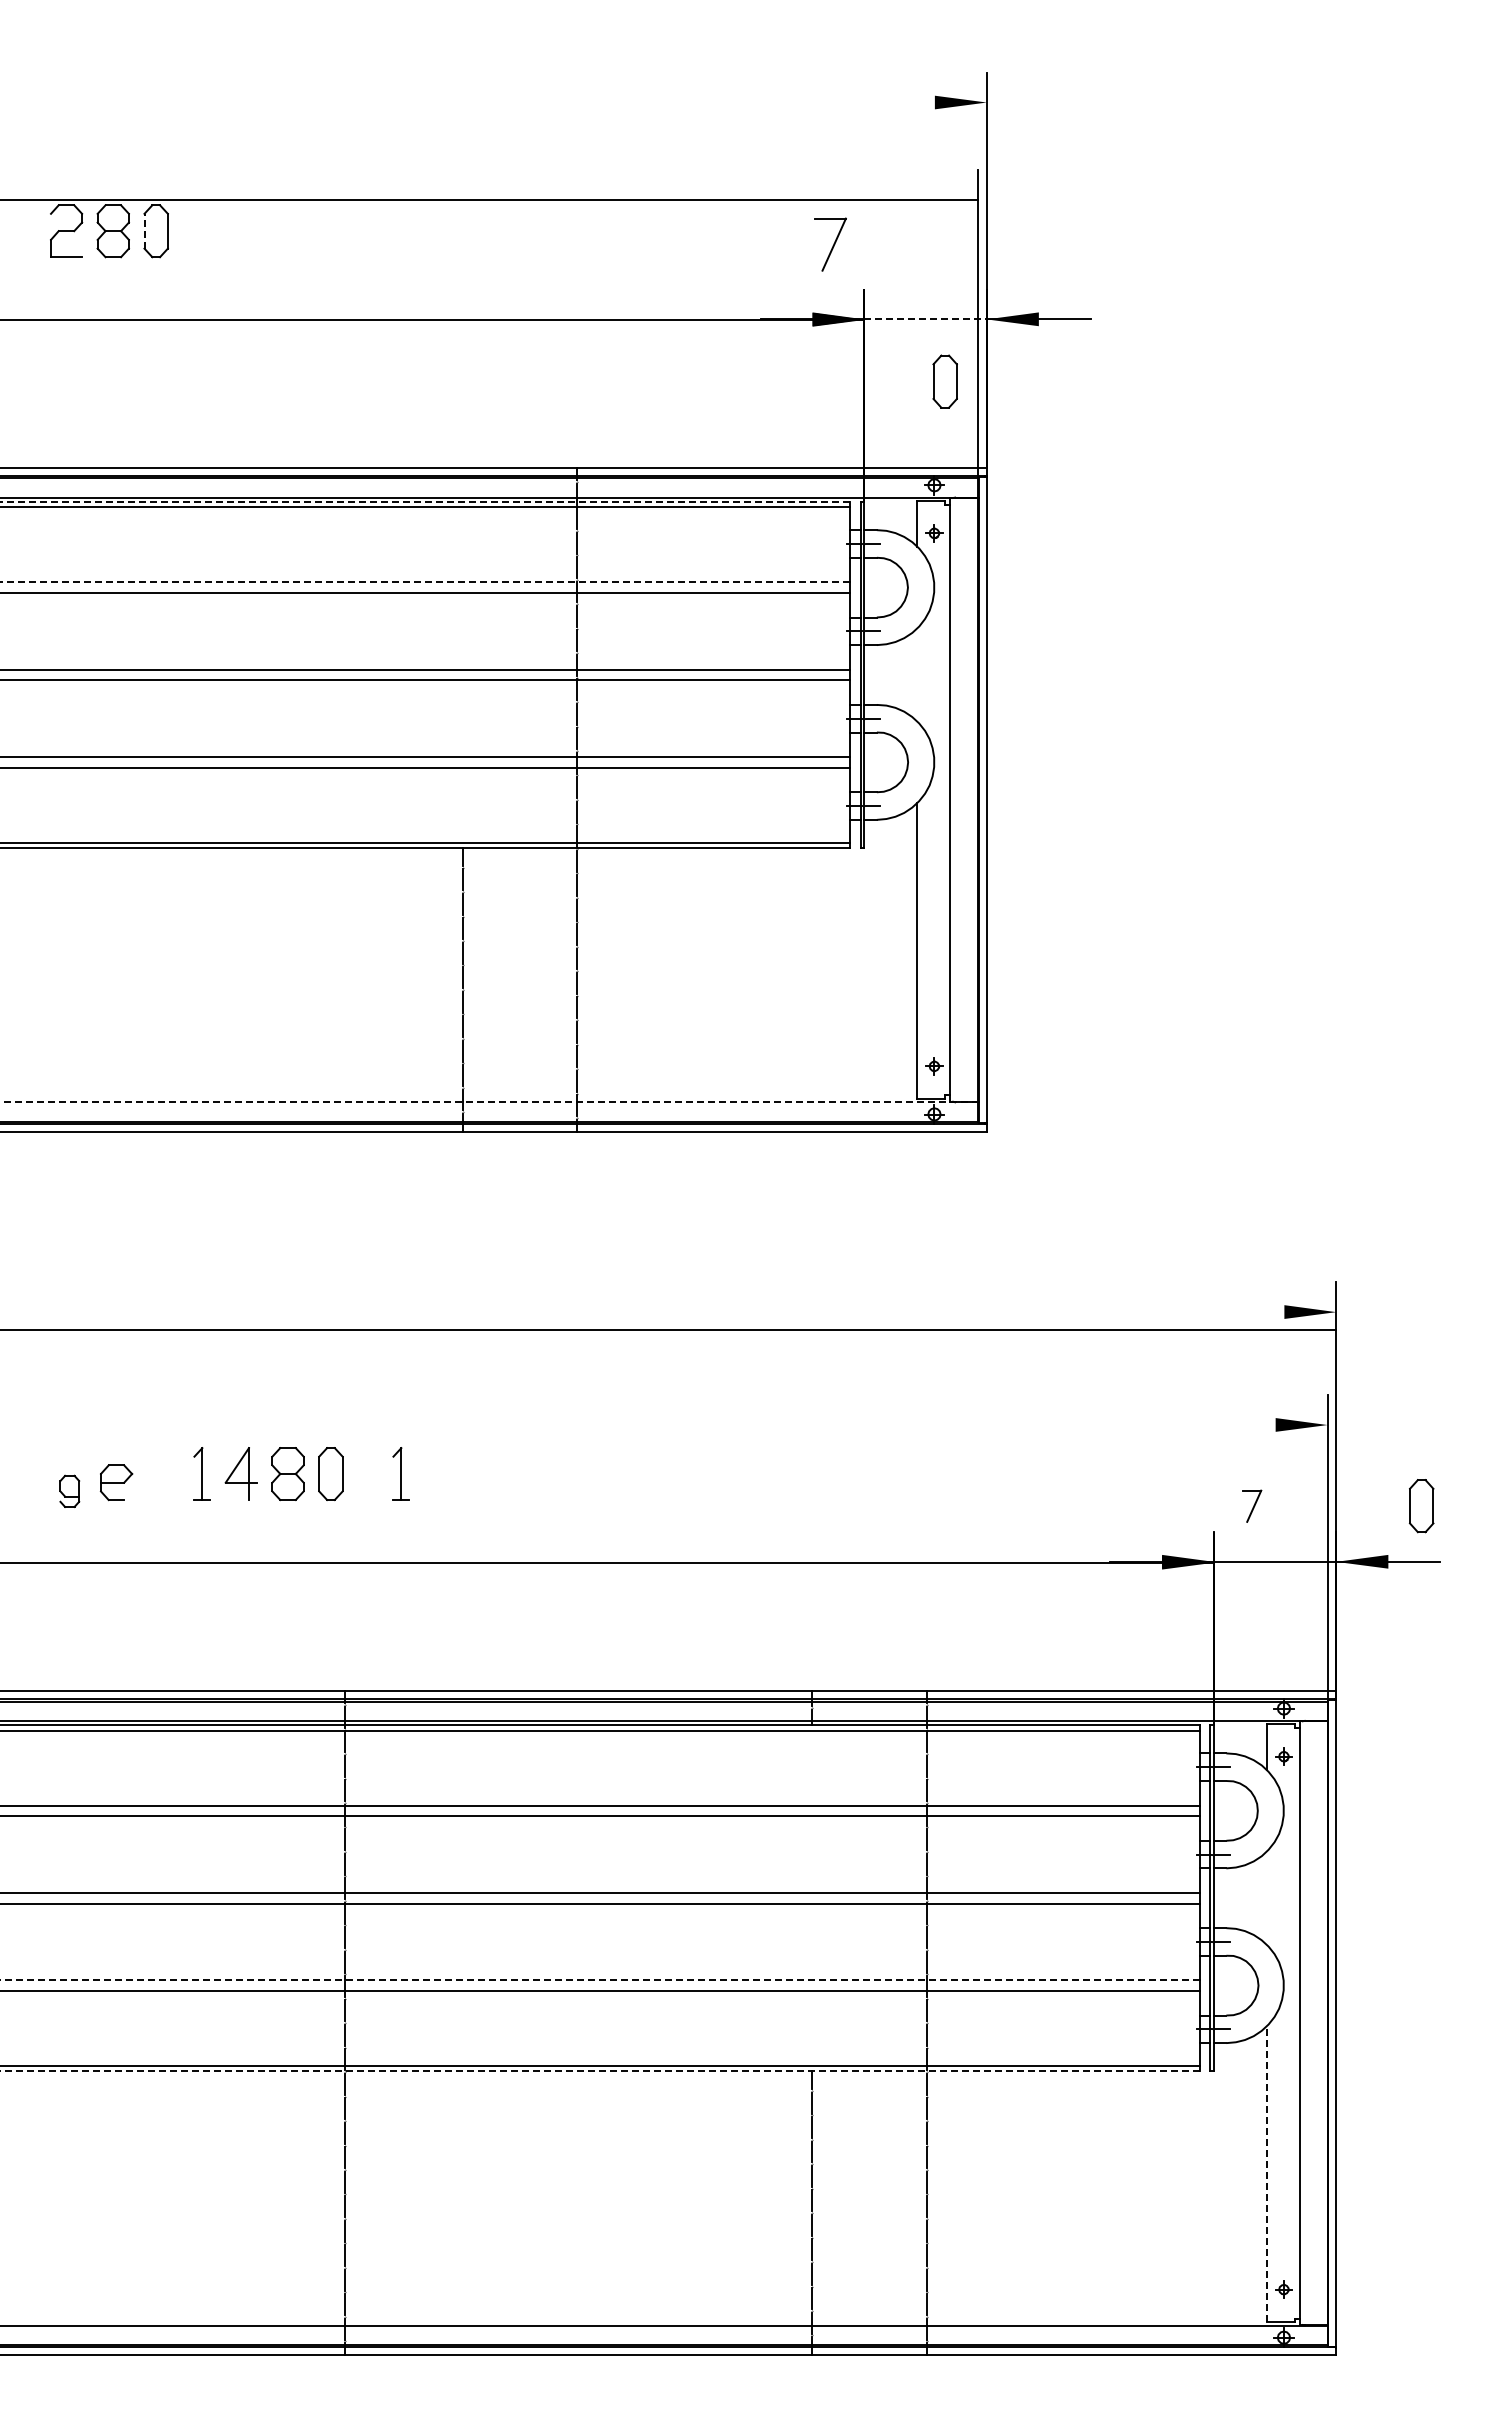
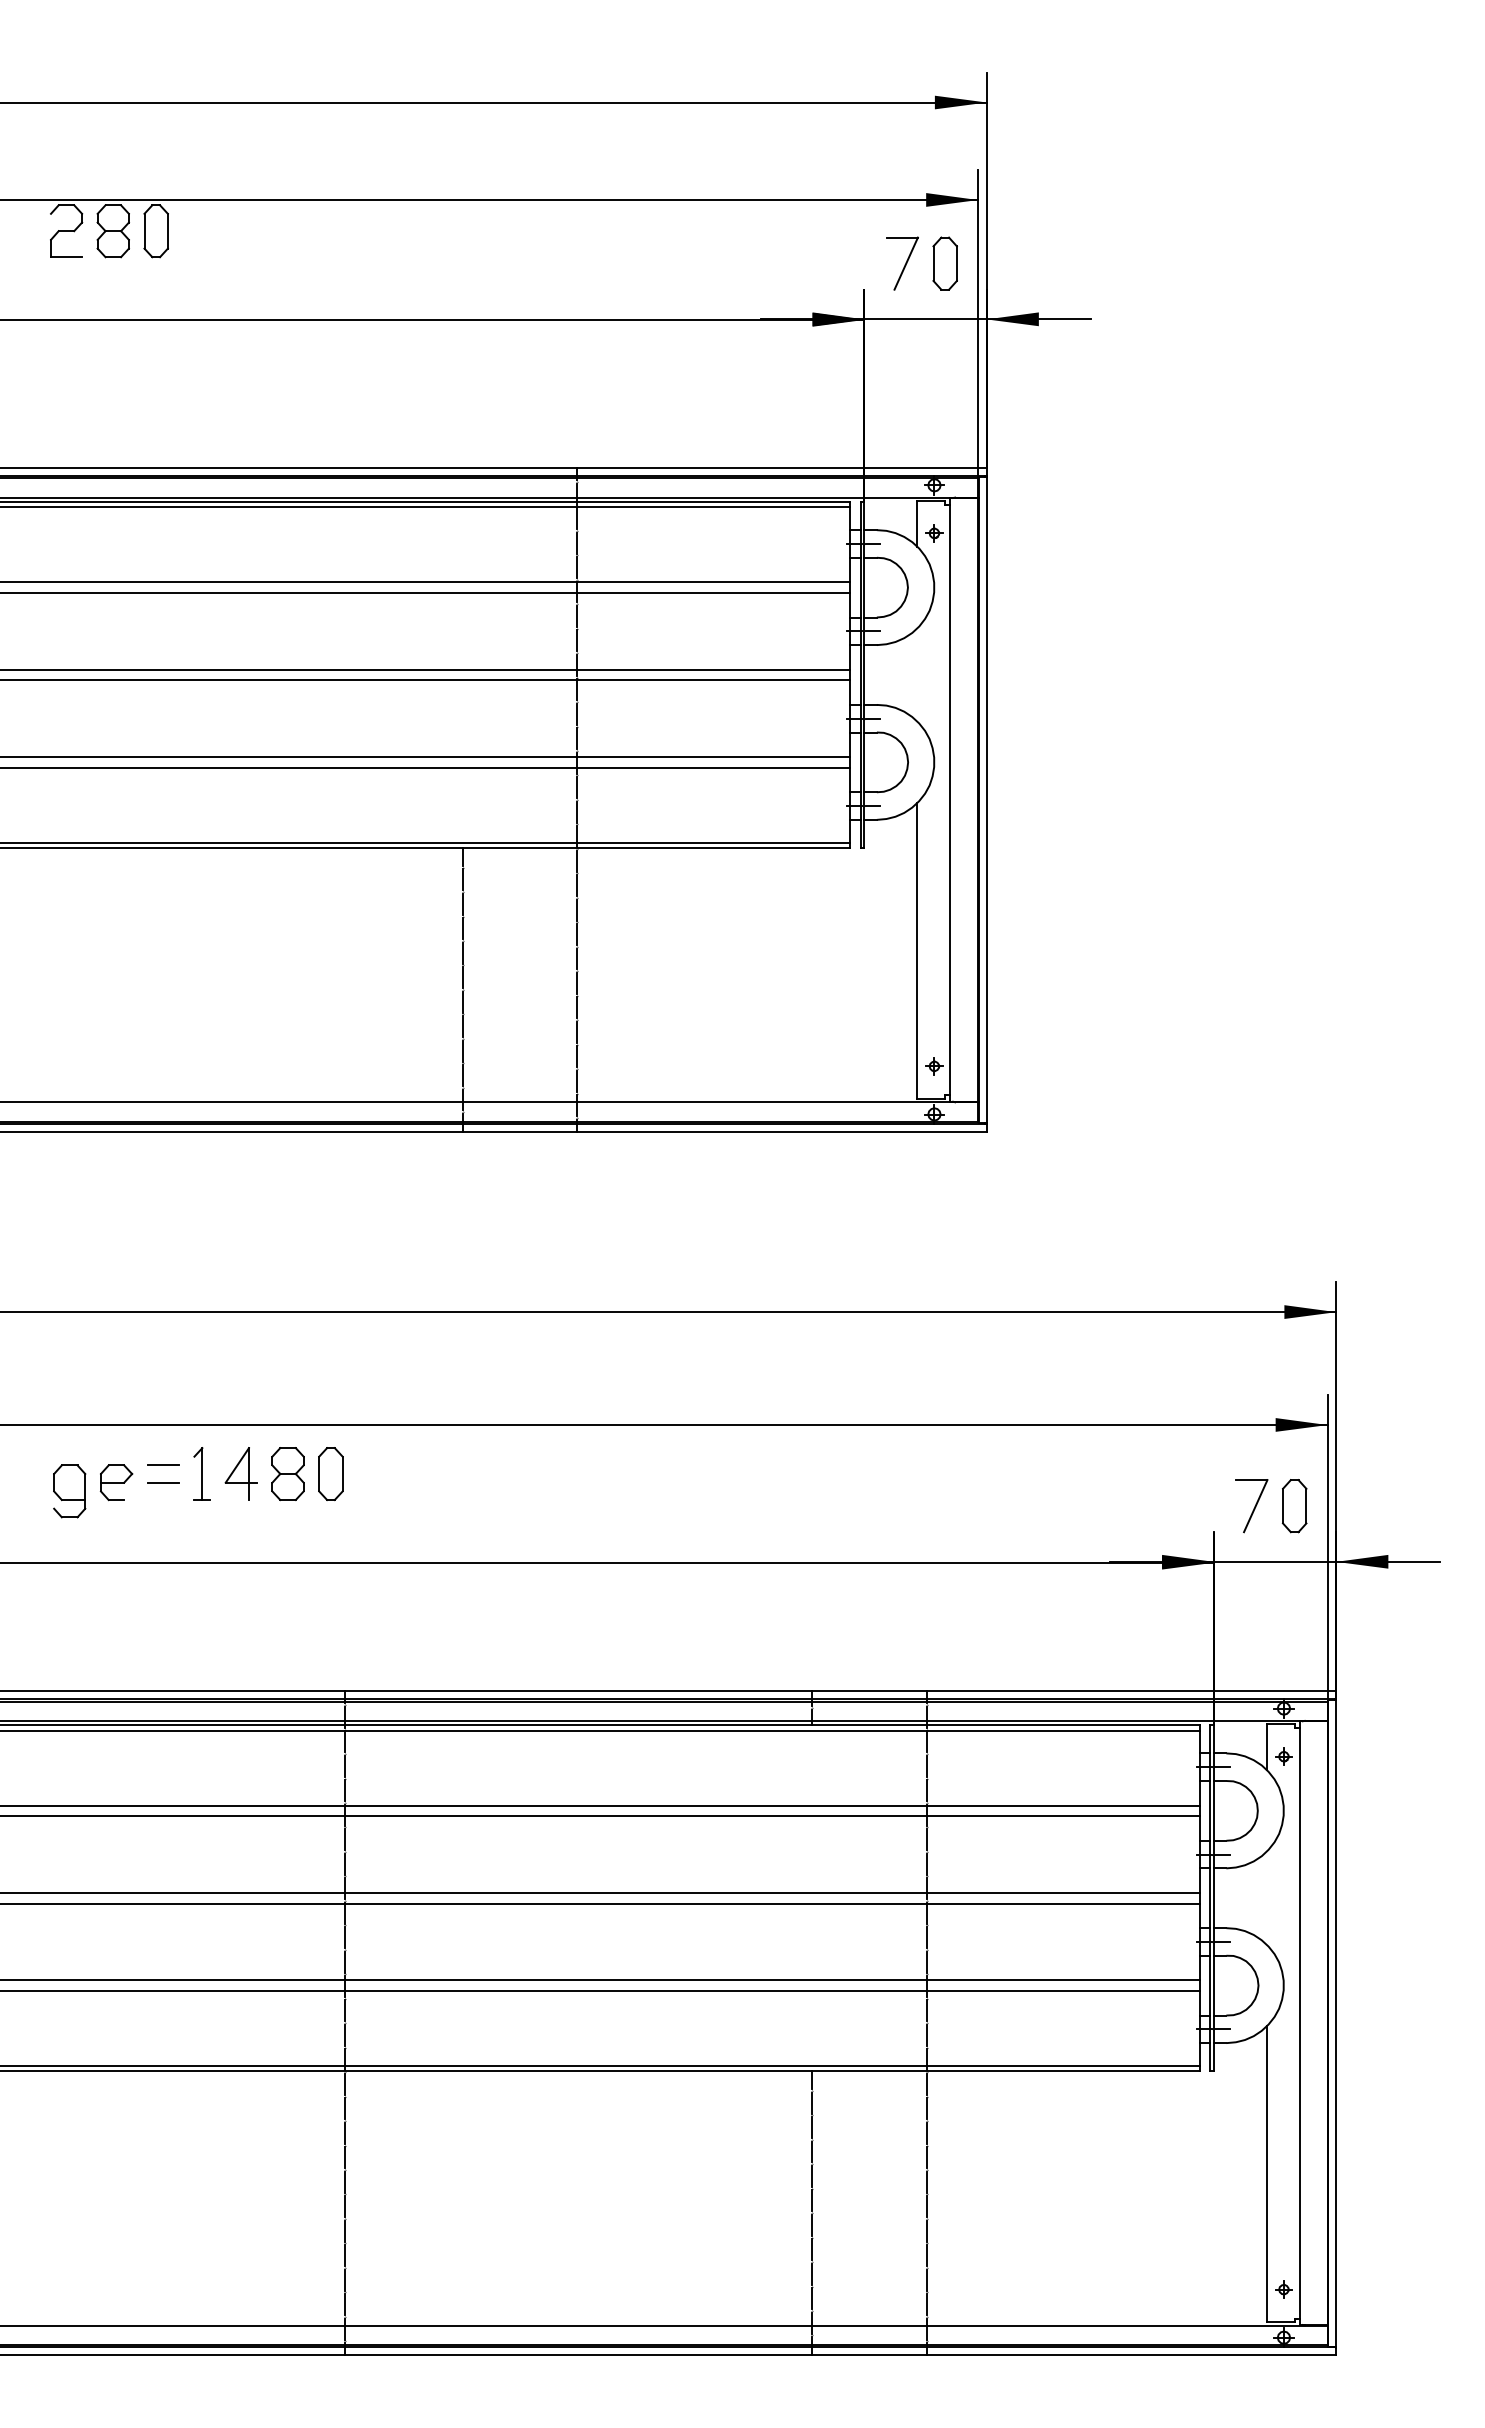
line at (494, 102): none -> present
fill at (952, 199): none -> present
line at (144, 230): dashed -> solid
part at (830, 244) position: (830, 244) -> (902, 263)
line at (926, 319): dashed -> solid
part at (944, 381) position: (944, 381) -> (944, 263)
line at (425, 502): dashed -> solid
line at (425, 582): dashed -> solid
line at (489, 1102): dashed -> solid
line at (669, 1330) position: (669, 1330) -> (669, 1312)
line at (664, 1425): none -> present
line at (162, 1465): none -> present
part at (400, 1473): present -> none
line at (162, 1482): none -> present
part at (69, 1490) size: 22x34 px -> 34x55 px
part at (1252, 1505) size: 21x34 px -> 34x55 px
part at (1421, 1506) position: (1421, 1506) -> (1294, 1506)
line at (600, 1980): dashed -> solid
line at (600, 2071): dashed -> solid
line at (1266, 2174): dashed -> solid
